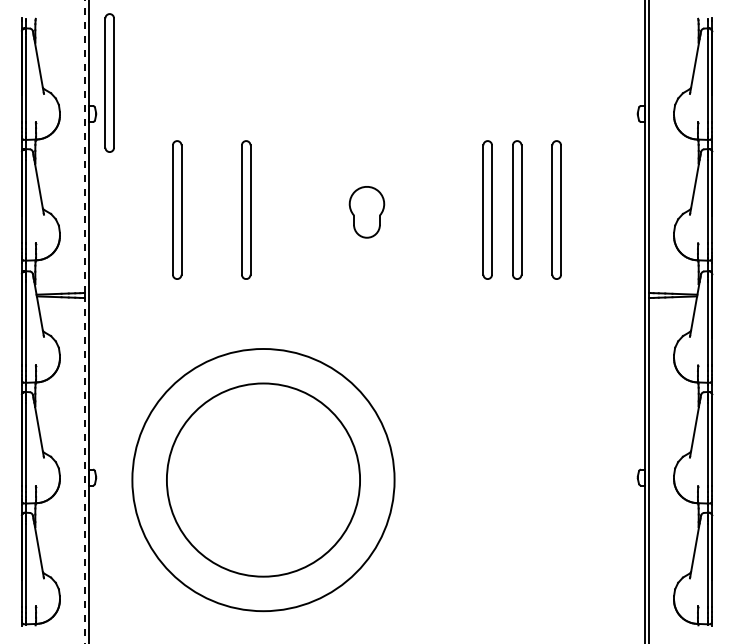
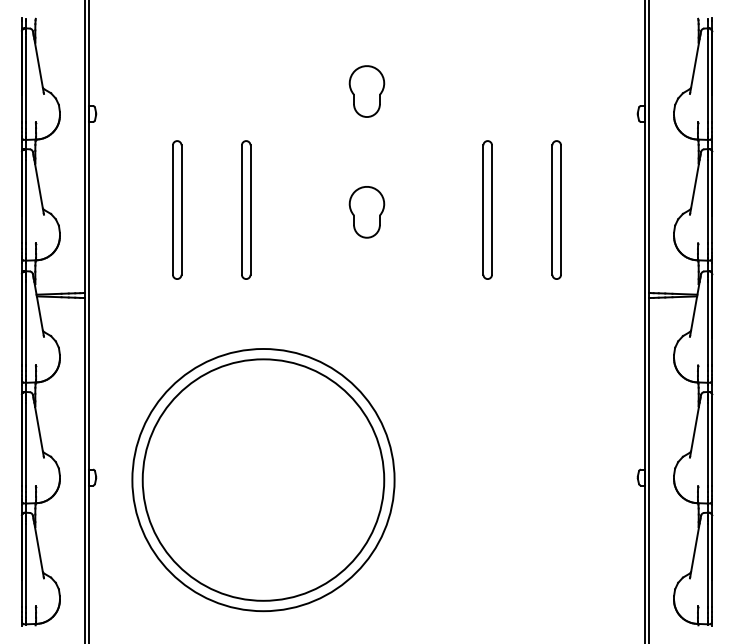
part at (109, 82): present -> none
part at (366, 91): none -> present
line at (84, 146): dashed -> solid
part at (517, 209): present -> none
line at (84, 471): dashed -> solid
circle at (263, 479) diameter: 193 px -> 241 px
